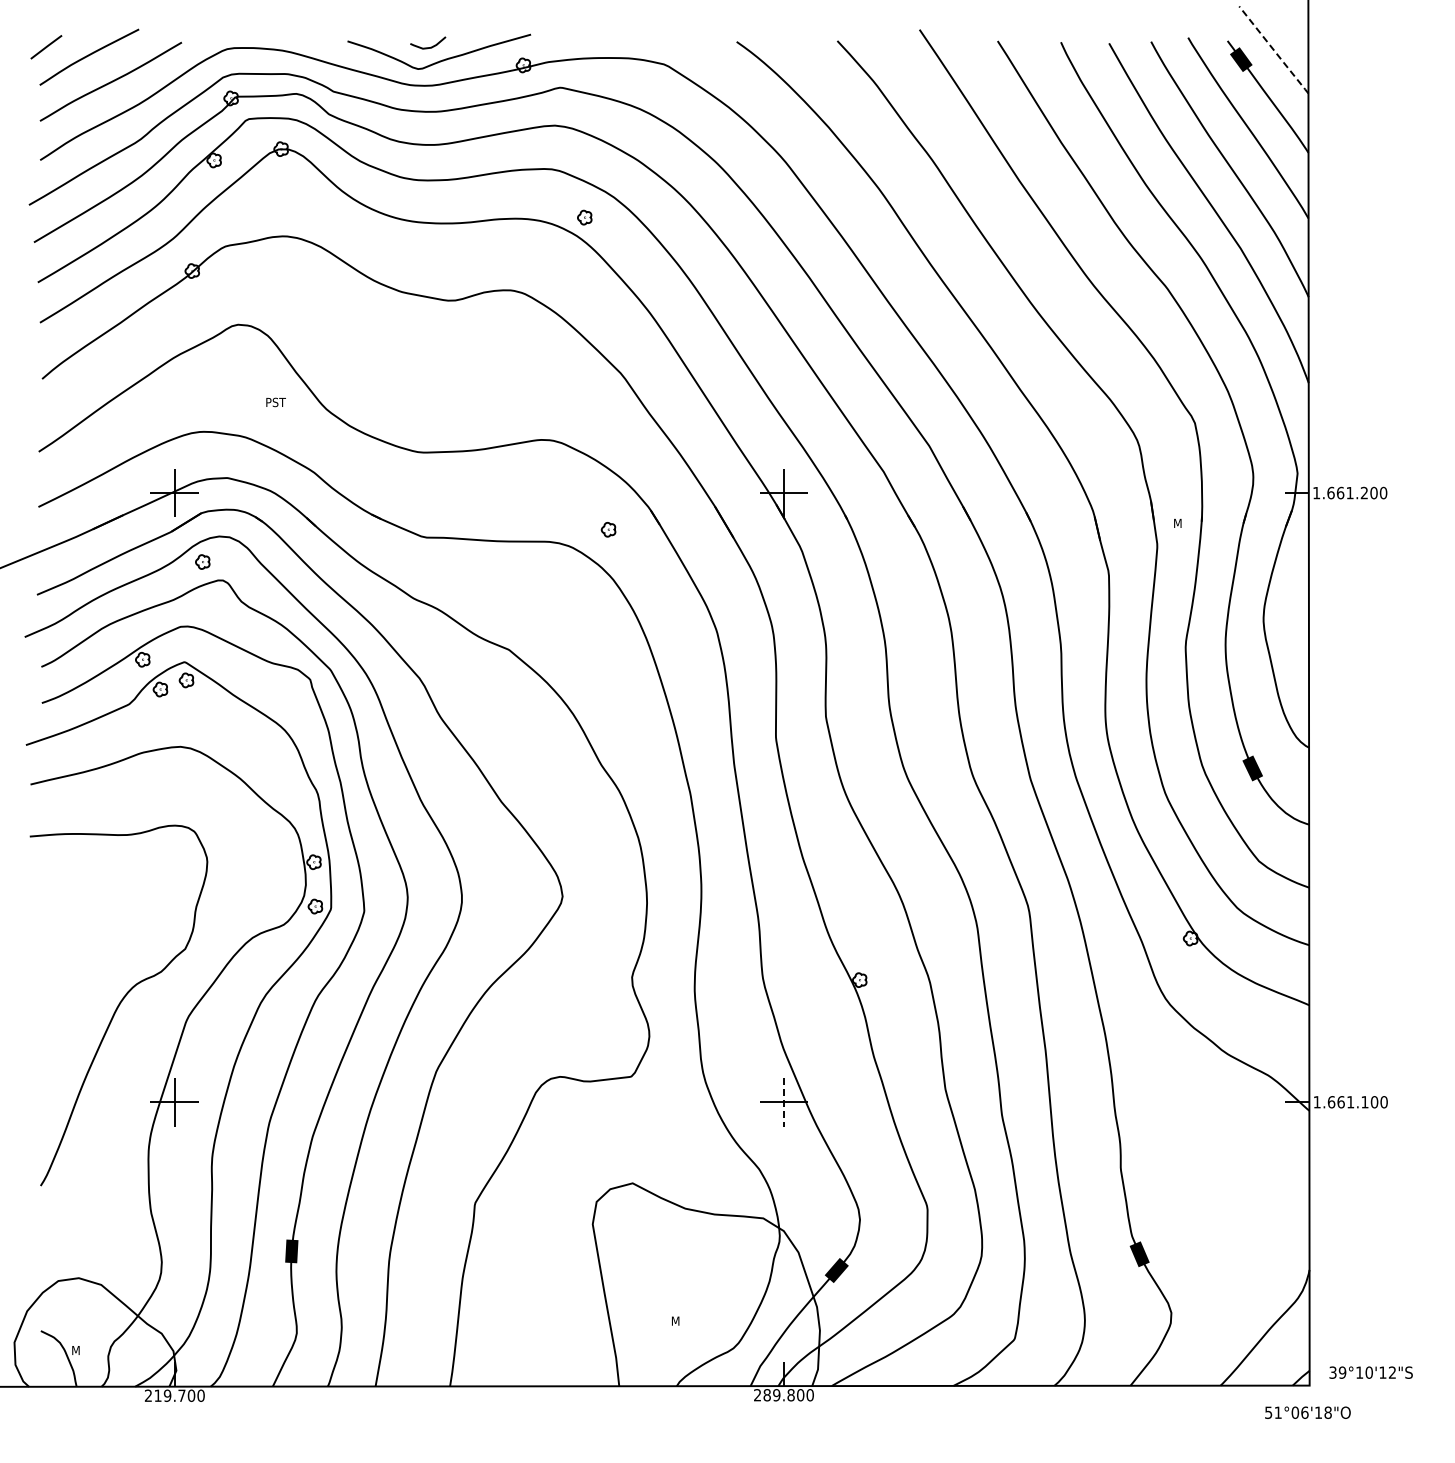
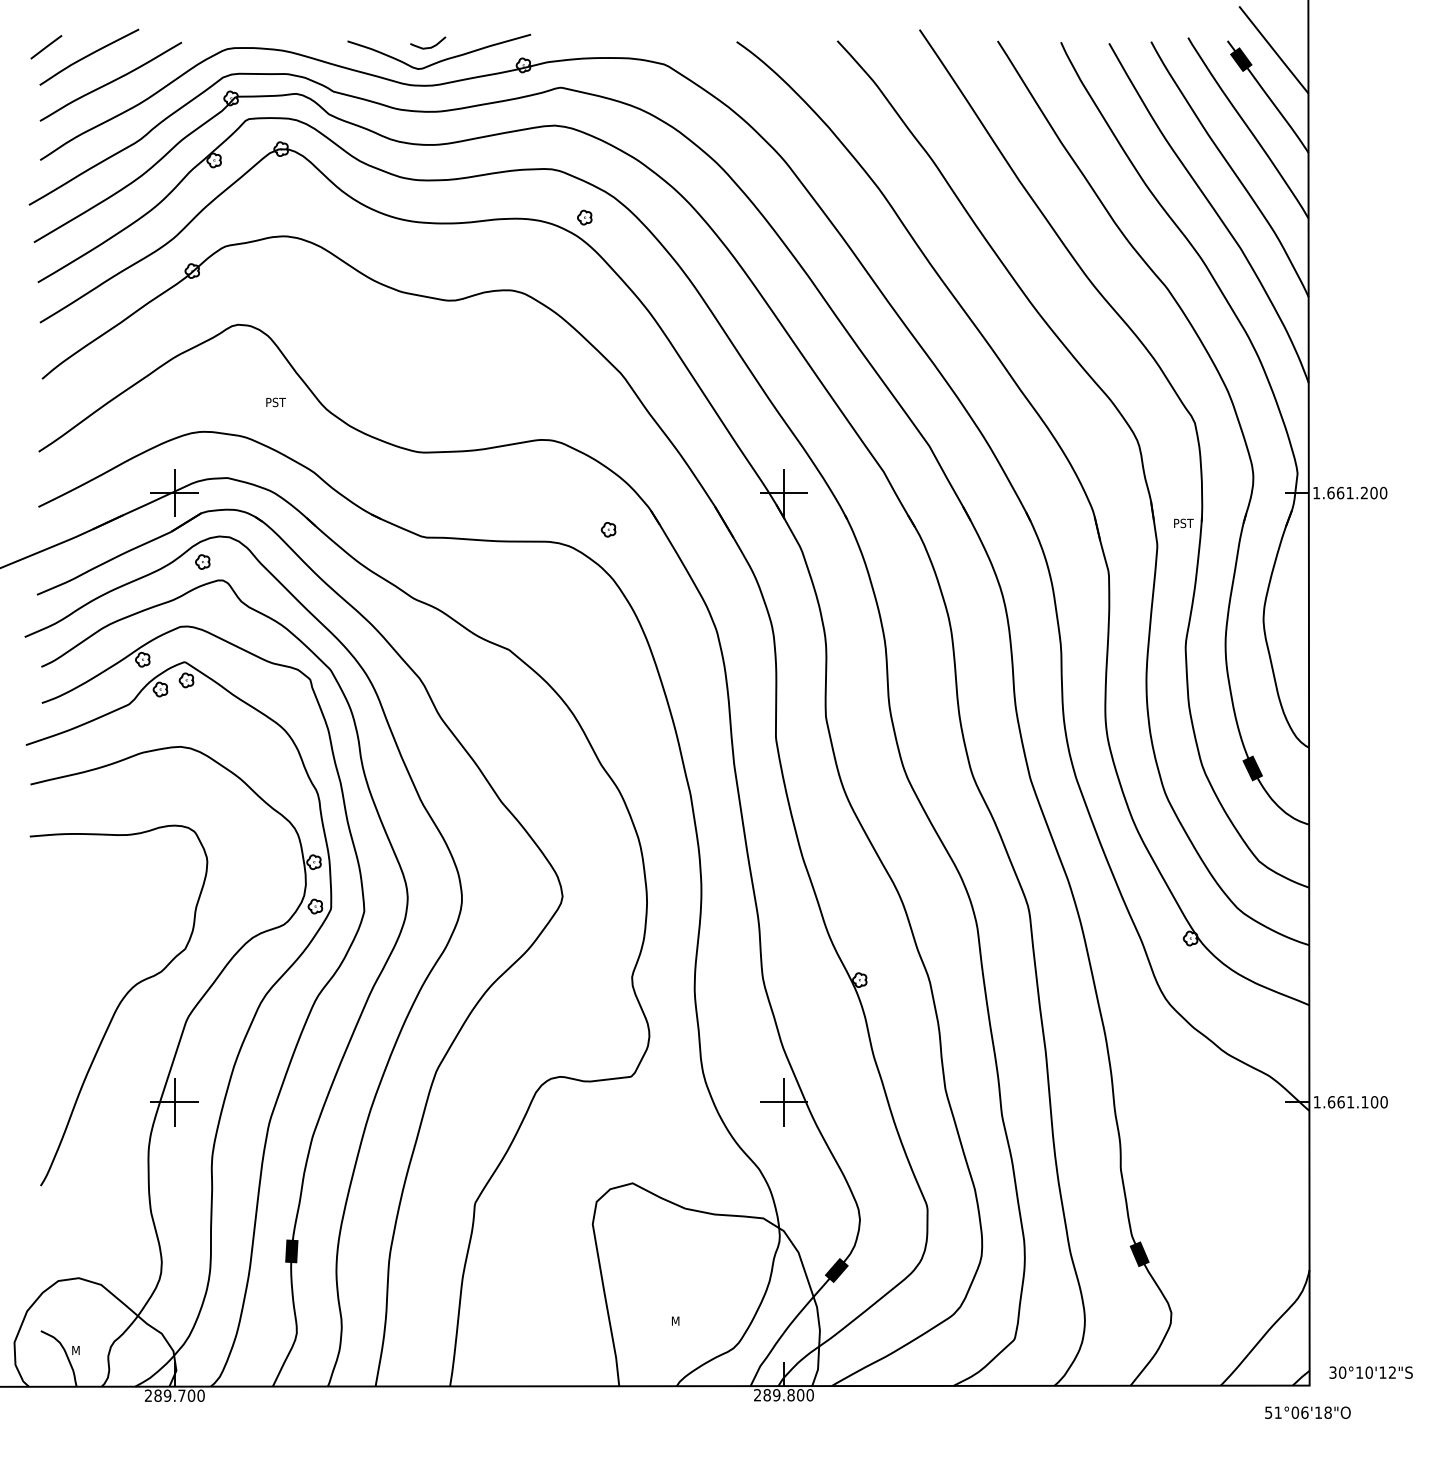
line at (1274, 50): dashed -> solid
text at (1184, 523): M -> PST
line at (783, 1102): dashed -> solid
text at (1342, 1372): 39°10'12"S -> 30°10'12"S
text at (157, 1395): 219.700 -> 289.700
